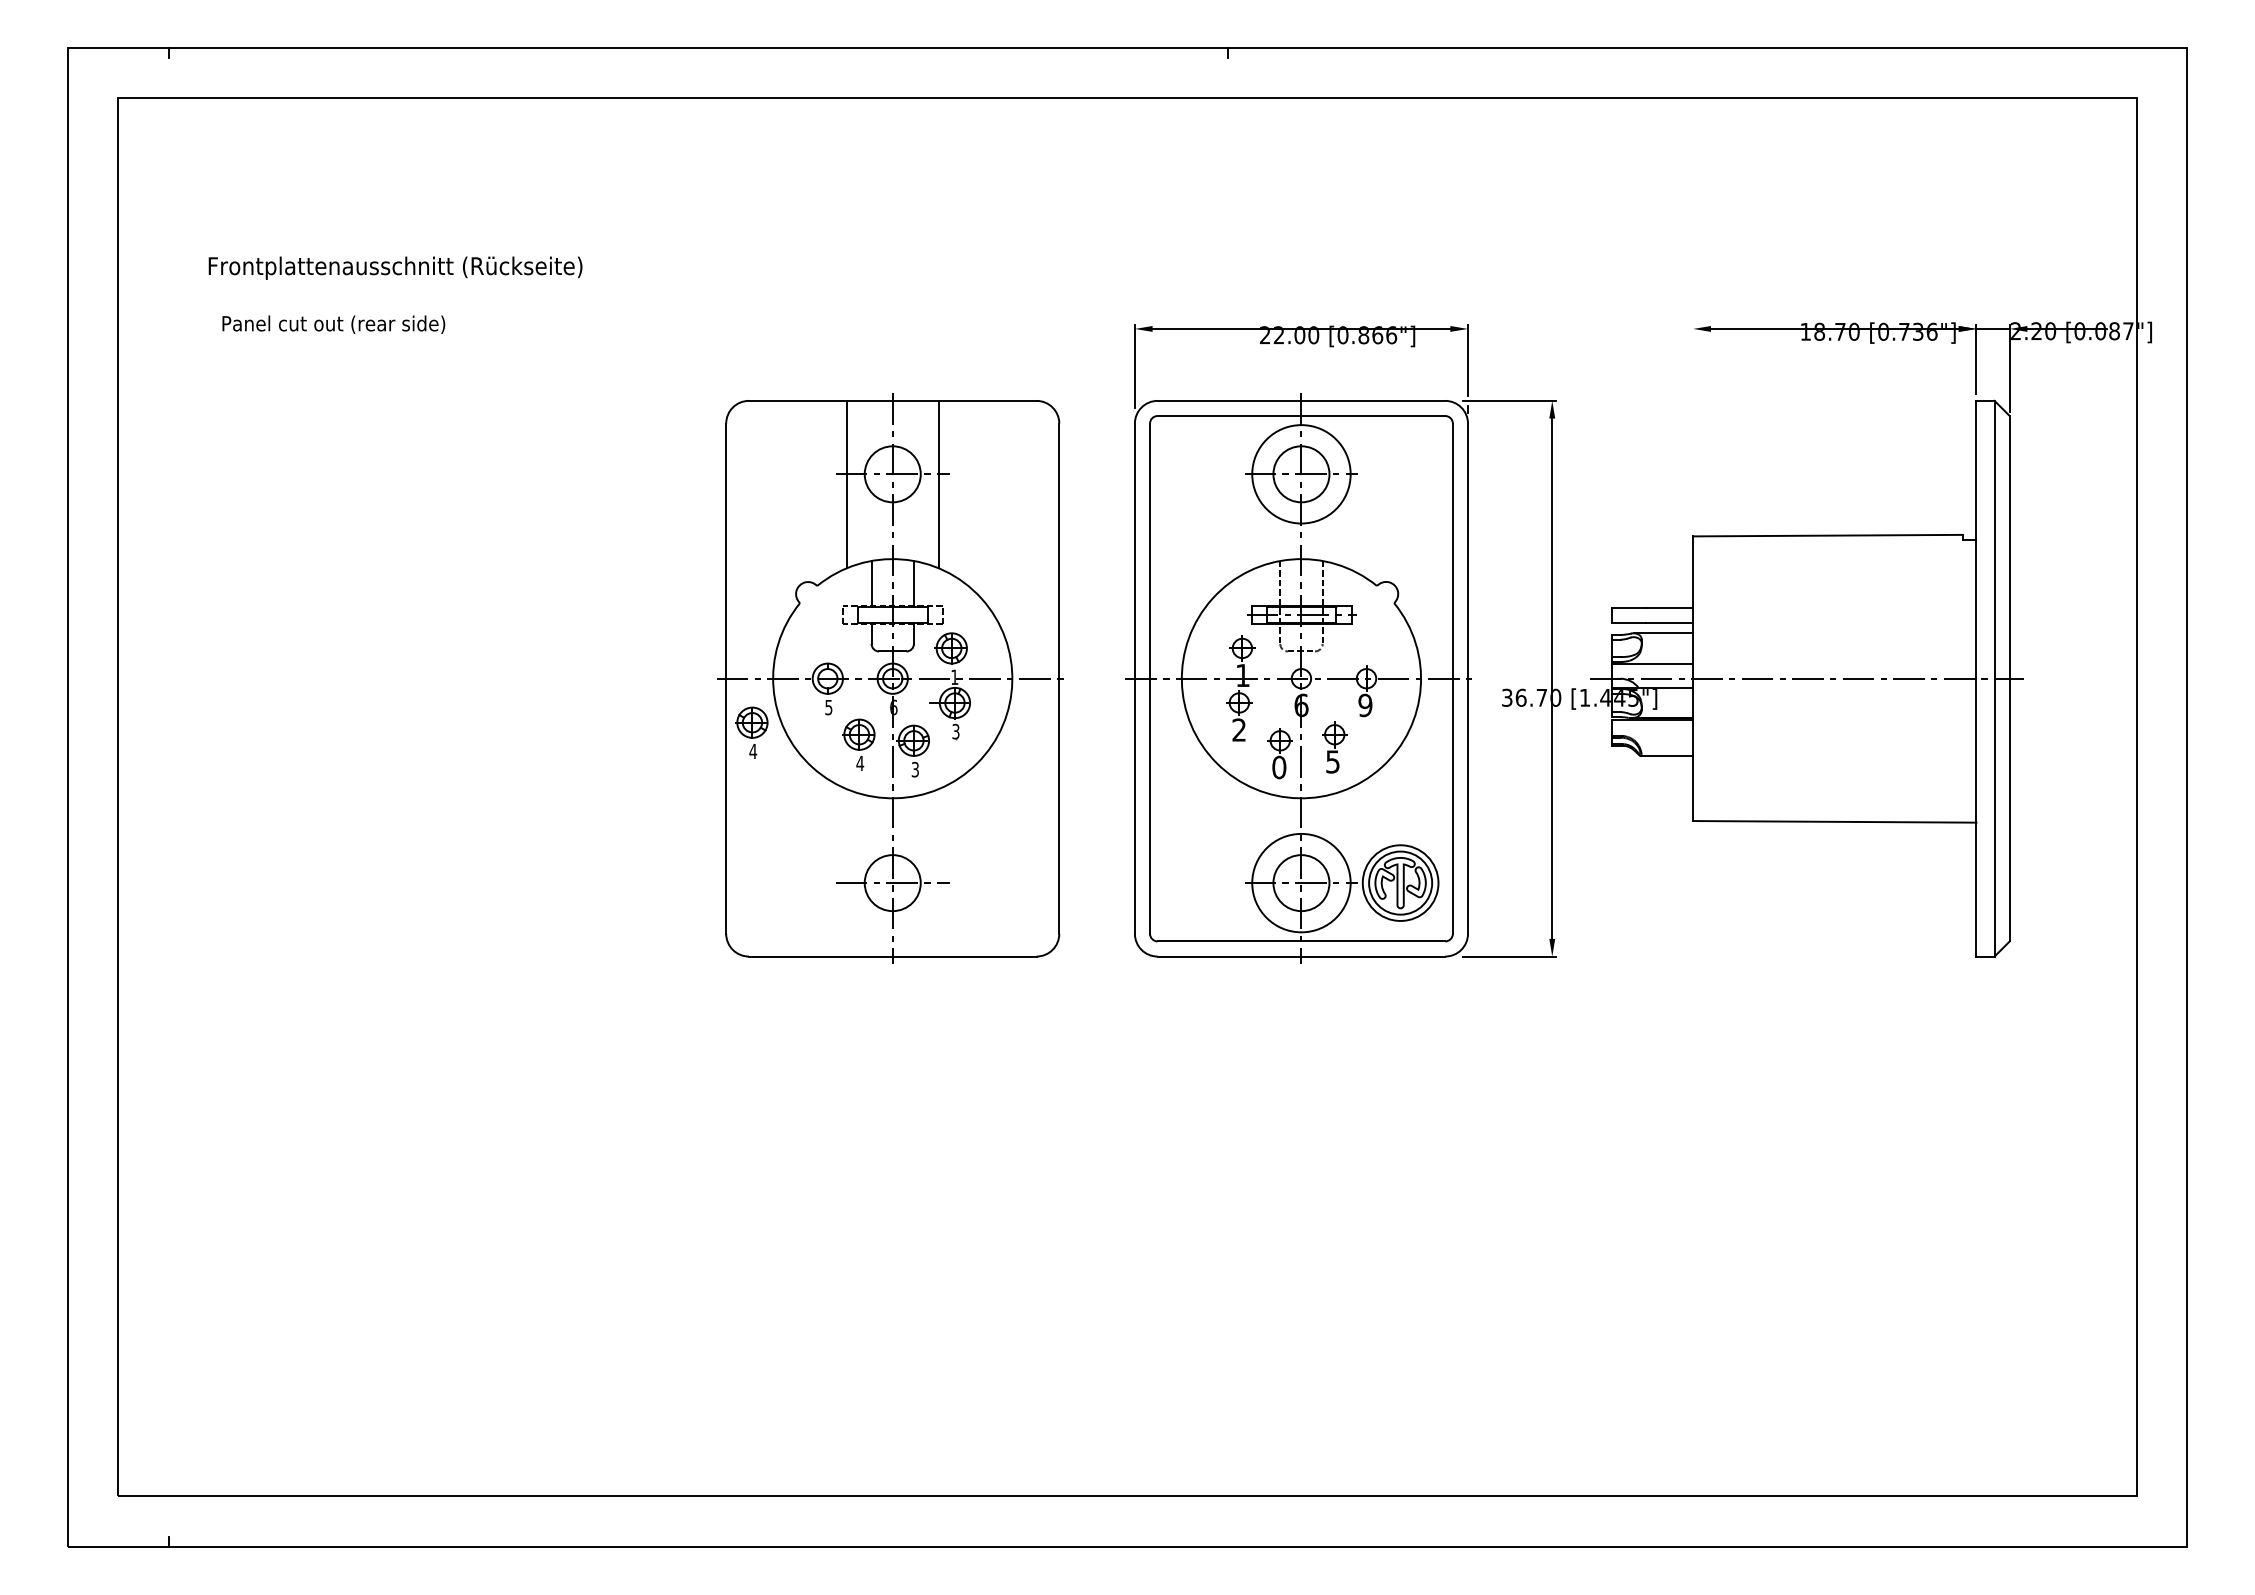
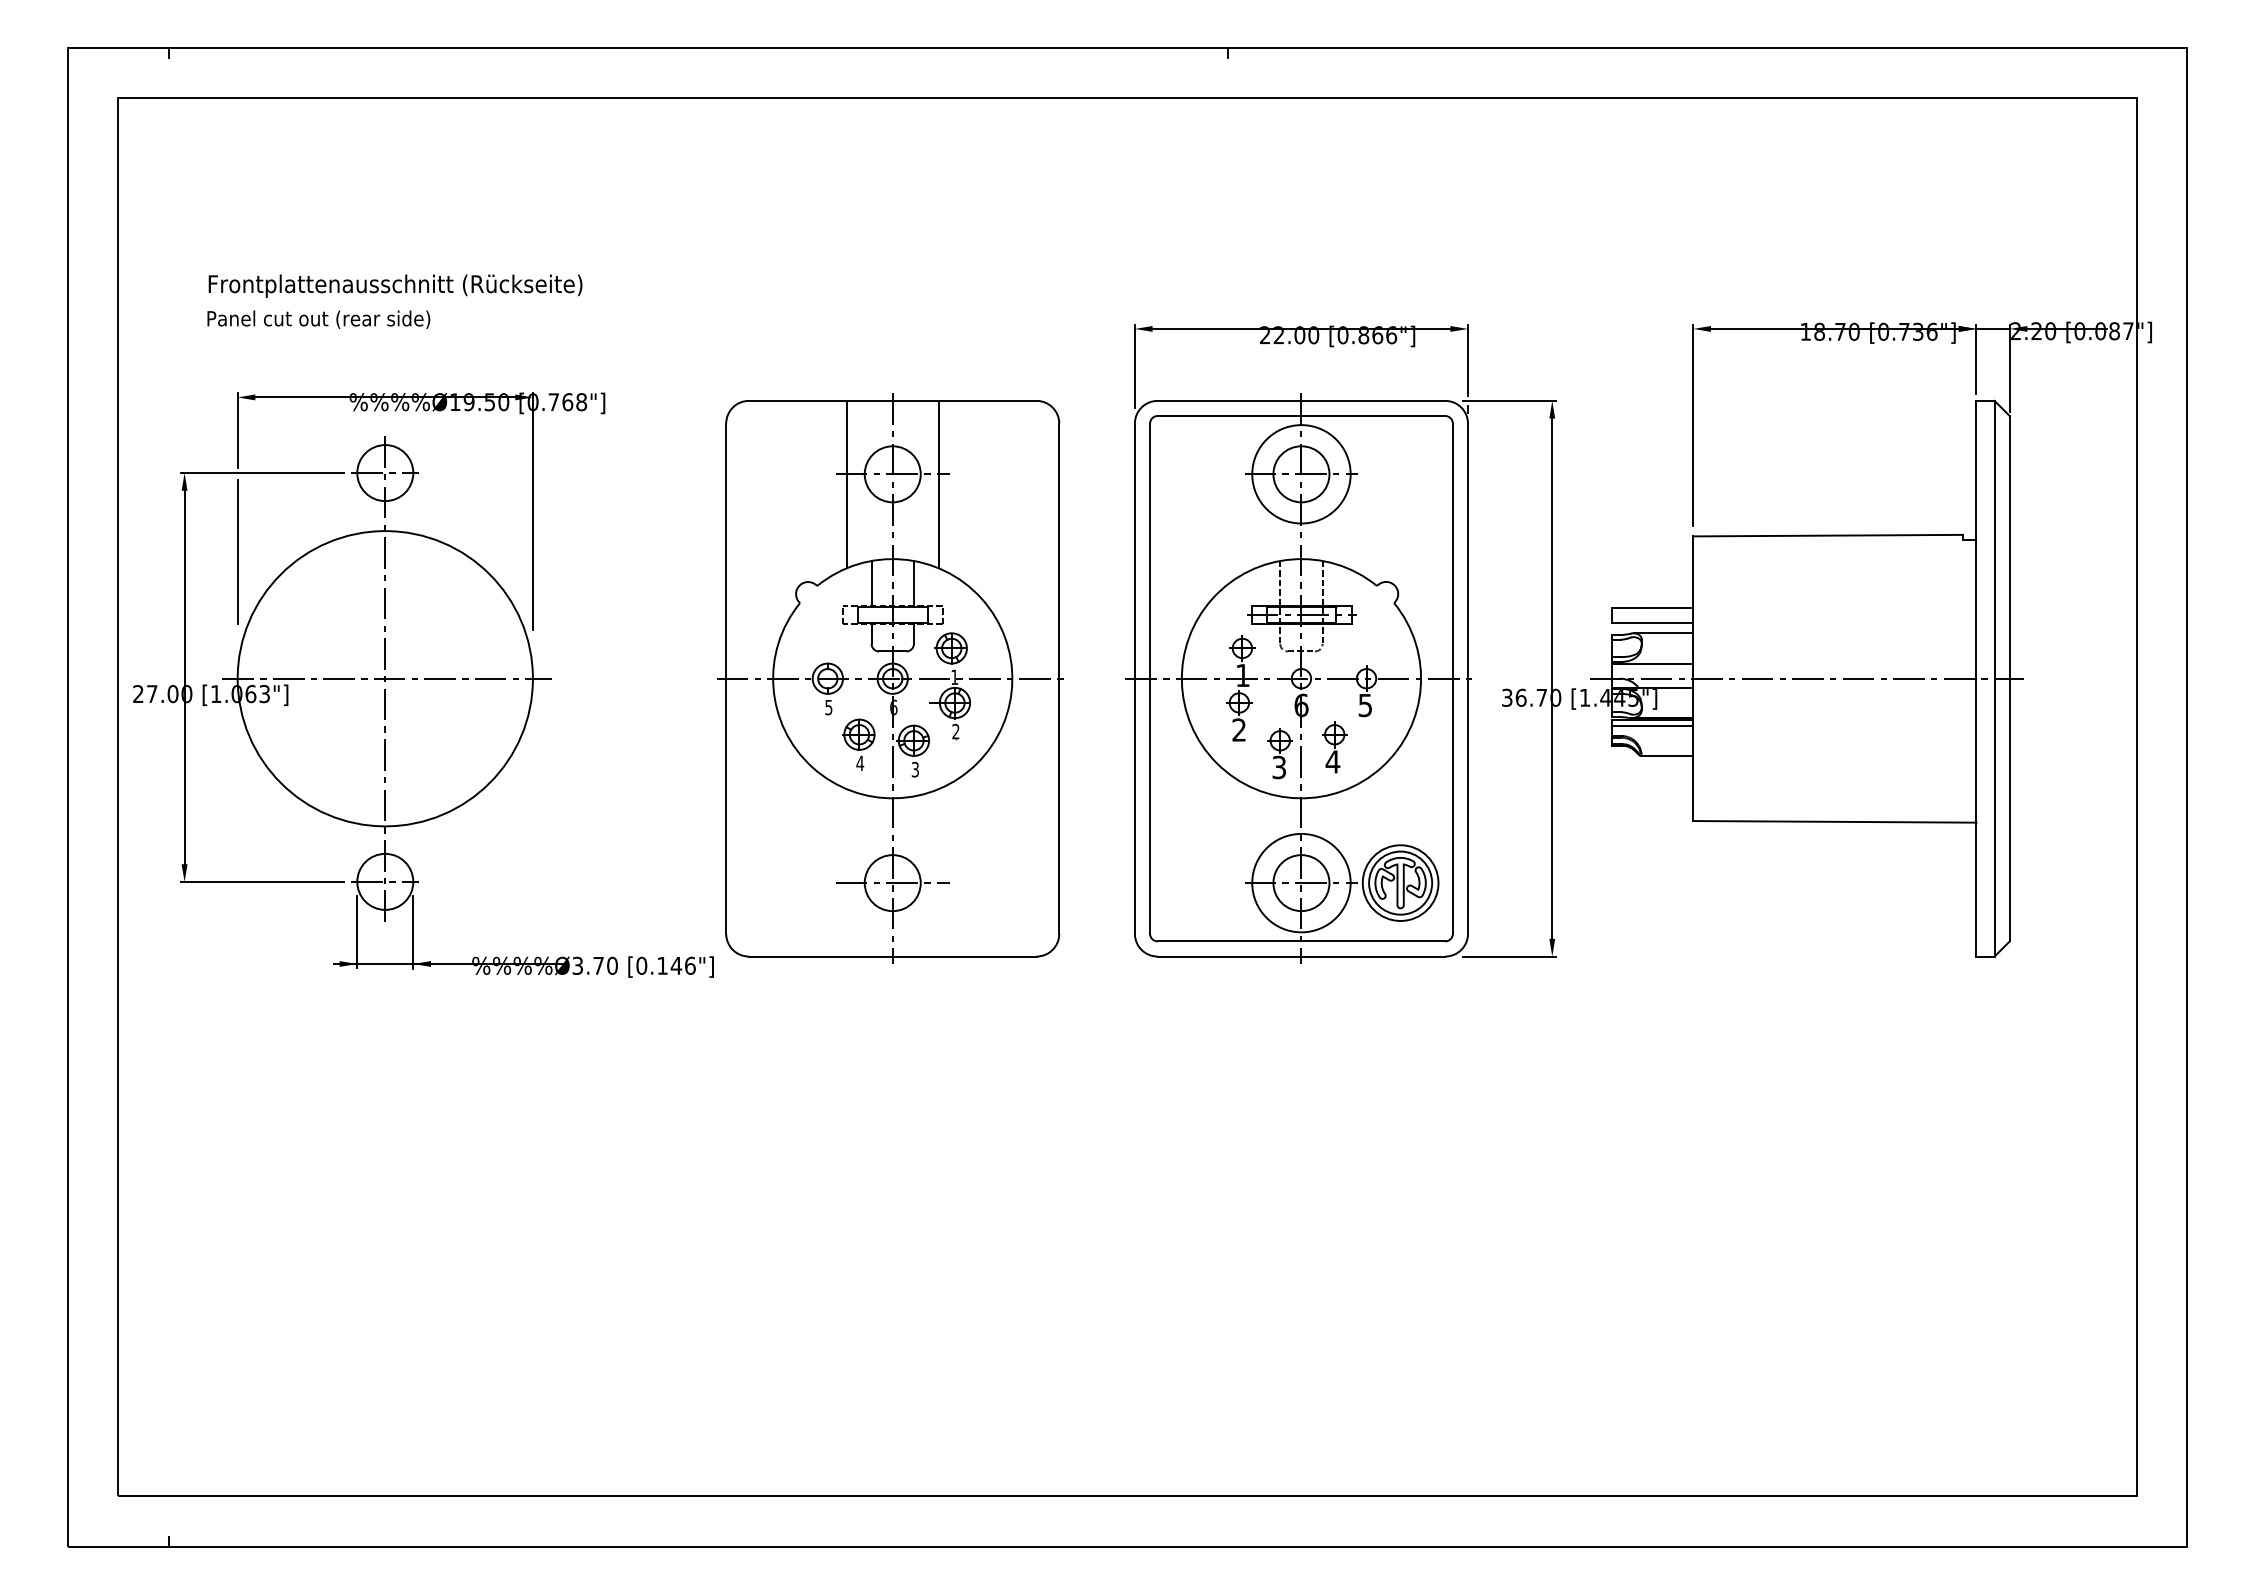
text at (395, 267) position: (395, 267) -> (395, 285)
text at (333, 324) position: (333, 324) -> (318, 319)
line at (1693, 424): none -> present
part at (423, 684): none -> present
text at (1365, 704): 9 -> 5
line at (1652, 725): none -> present
text at (955, 731): 3 -> 2
part at (751, 732): present -> none
text at (1332, 761): 5 -> 4
text at (1279, 767): 0 -> 3
